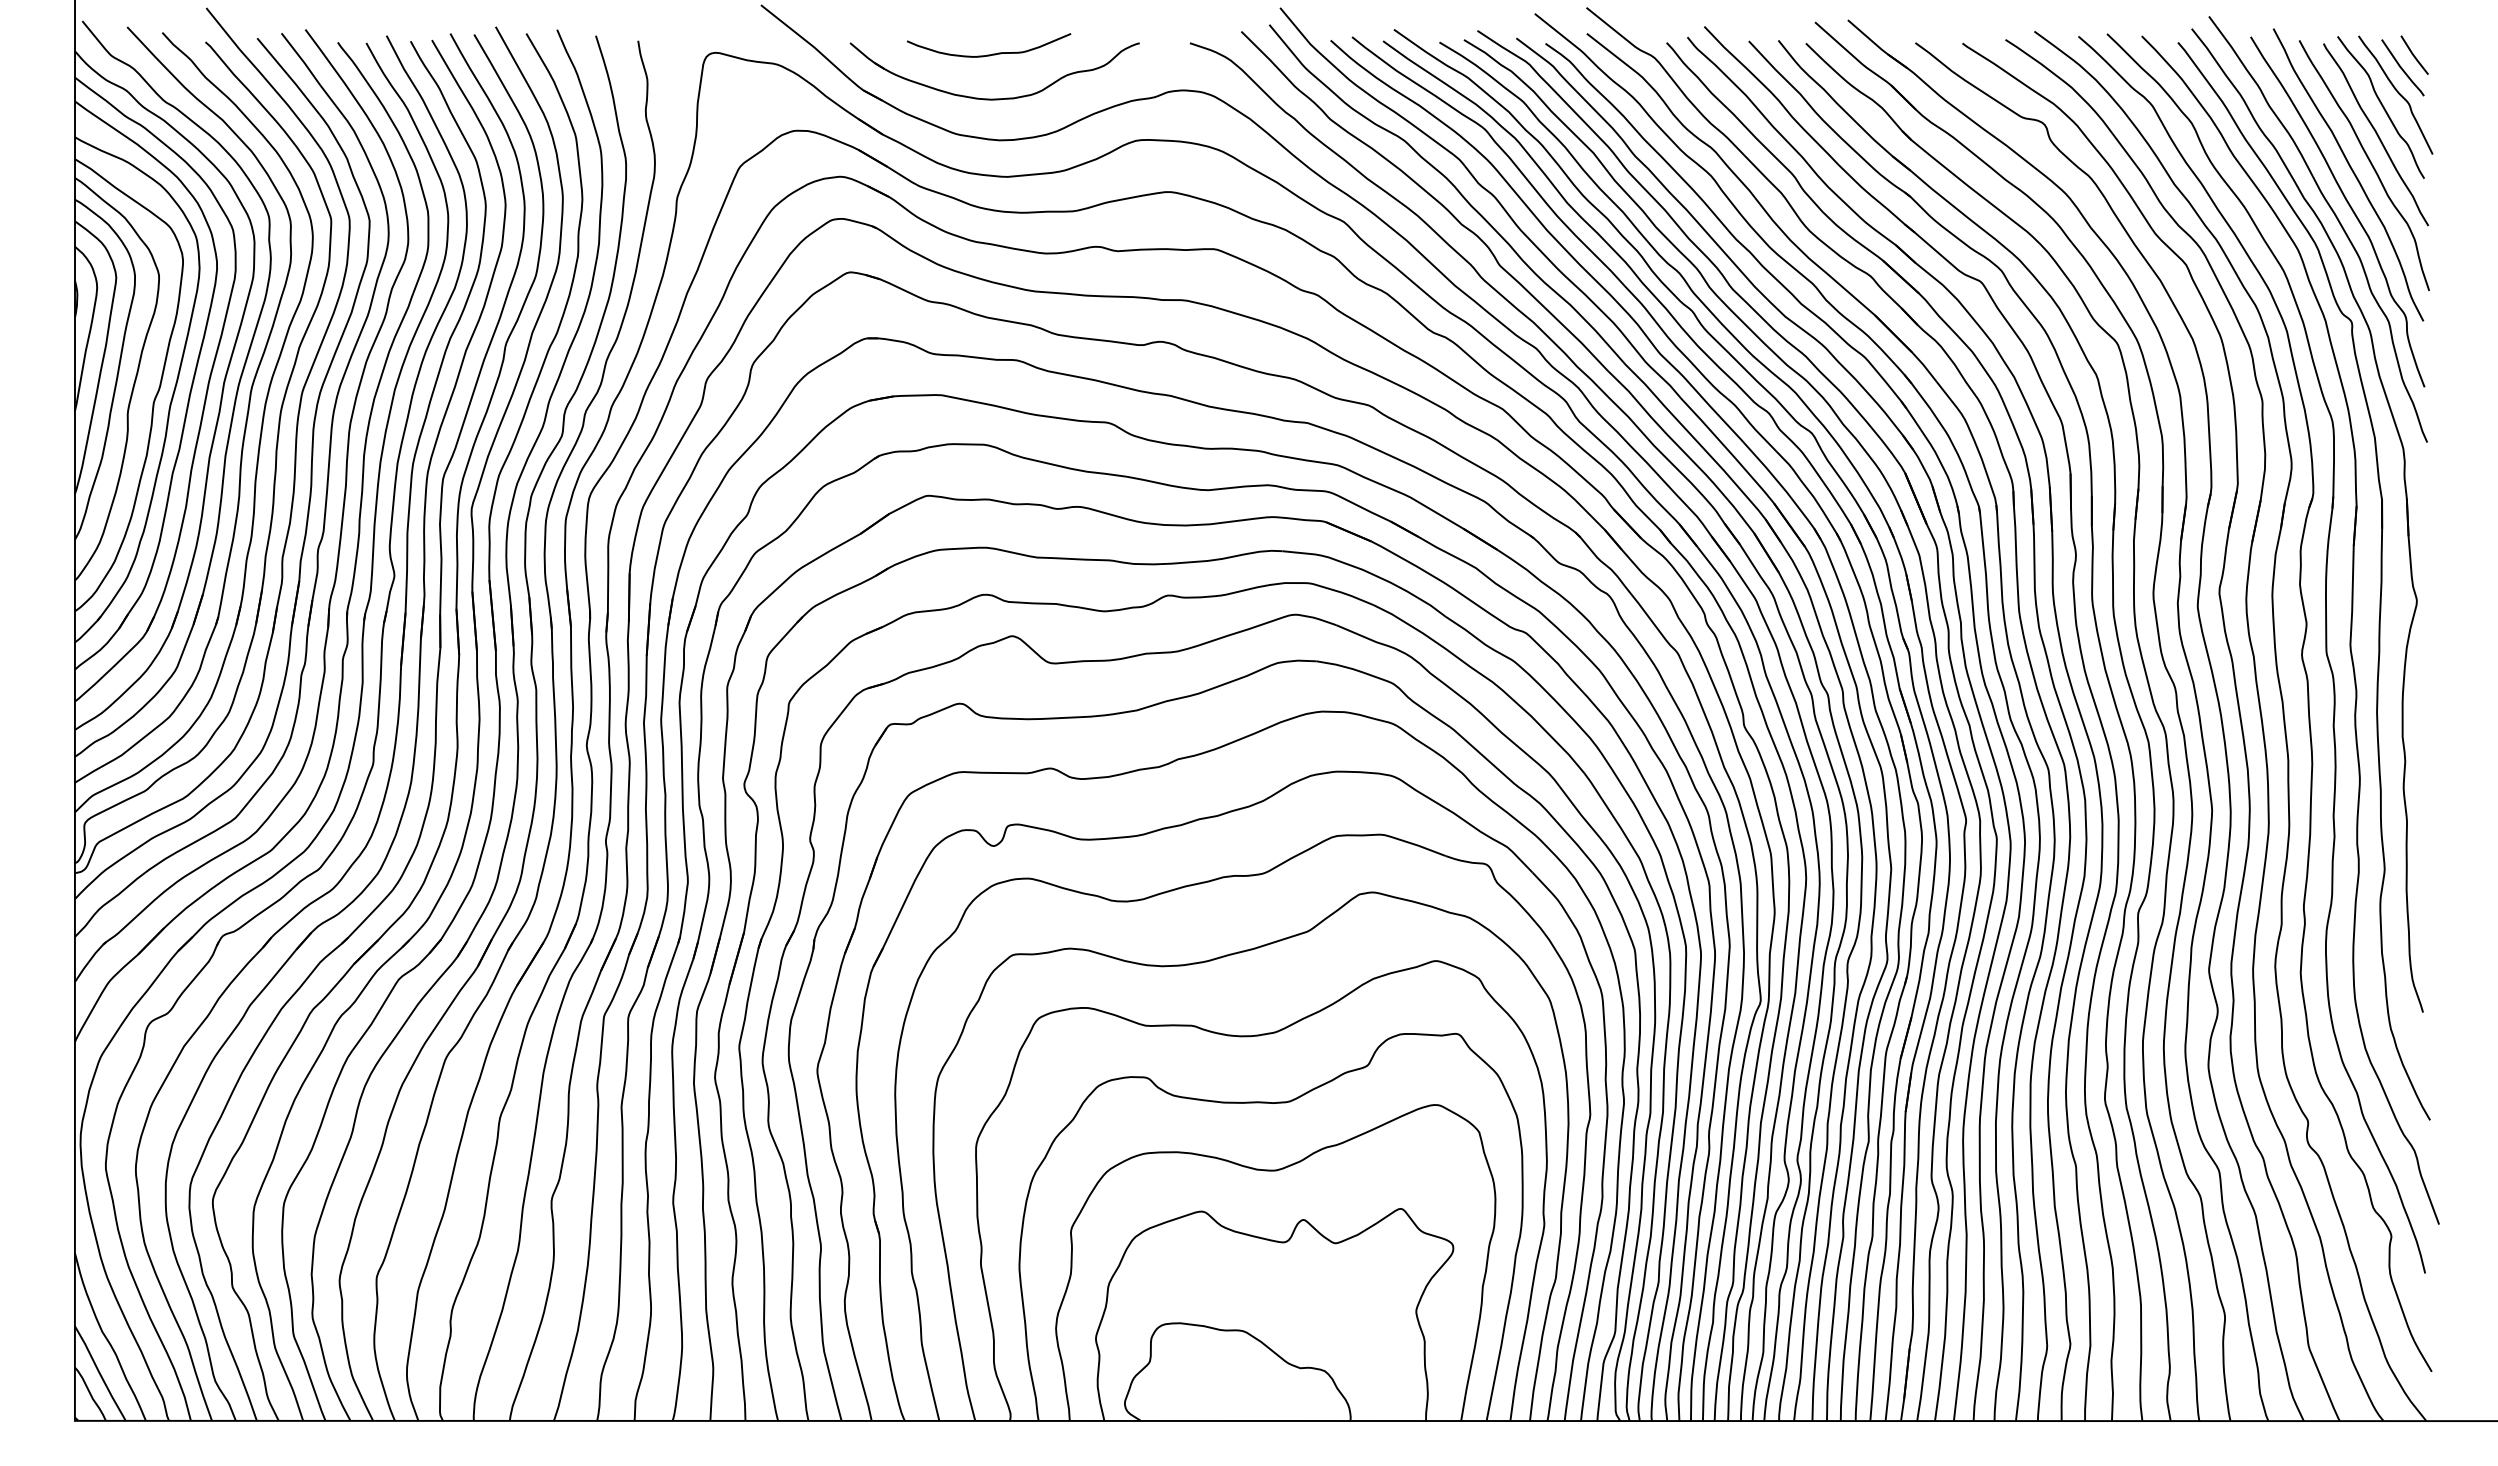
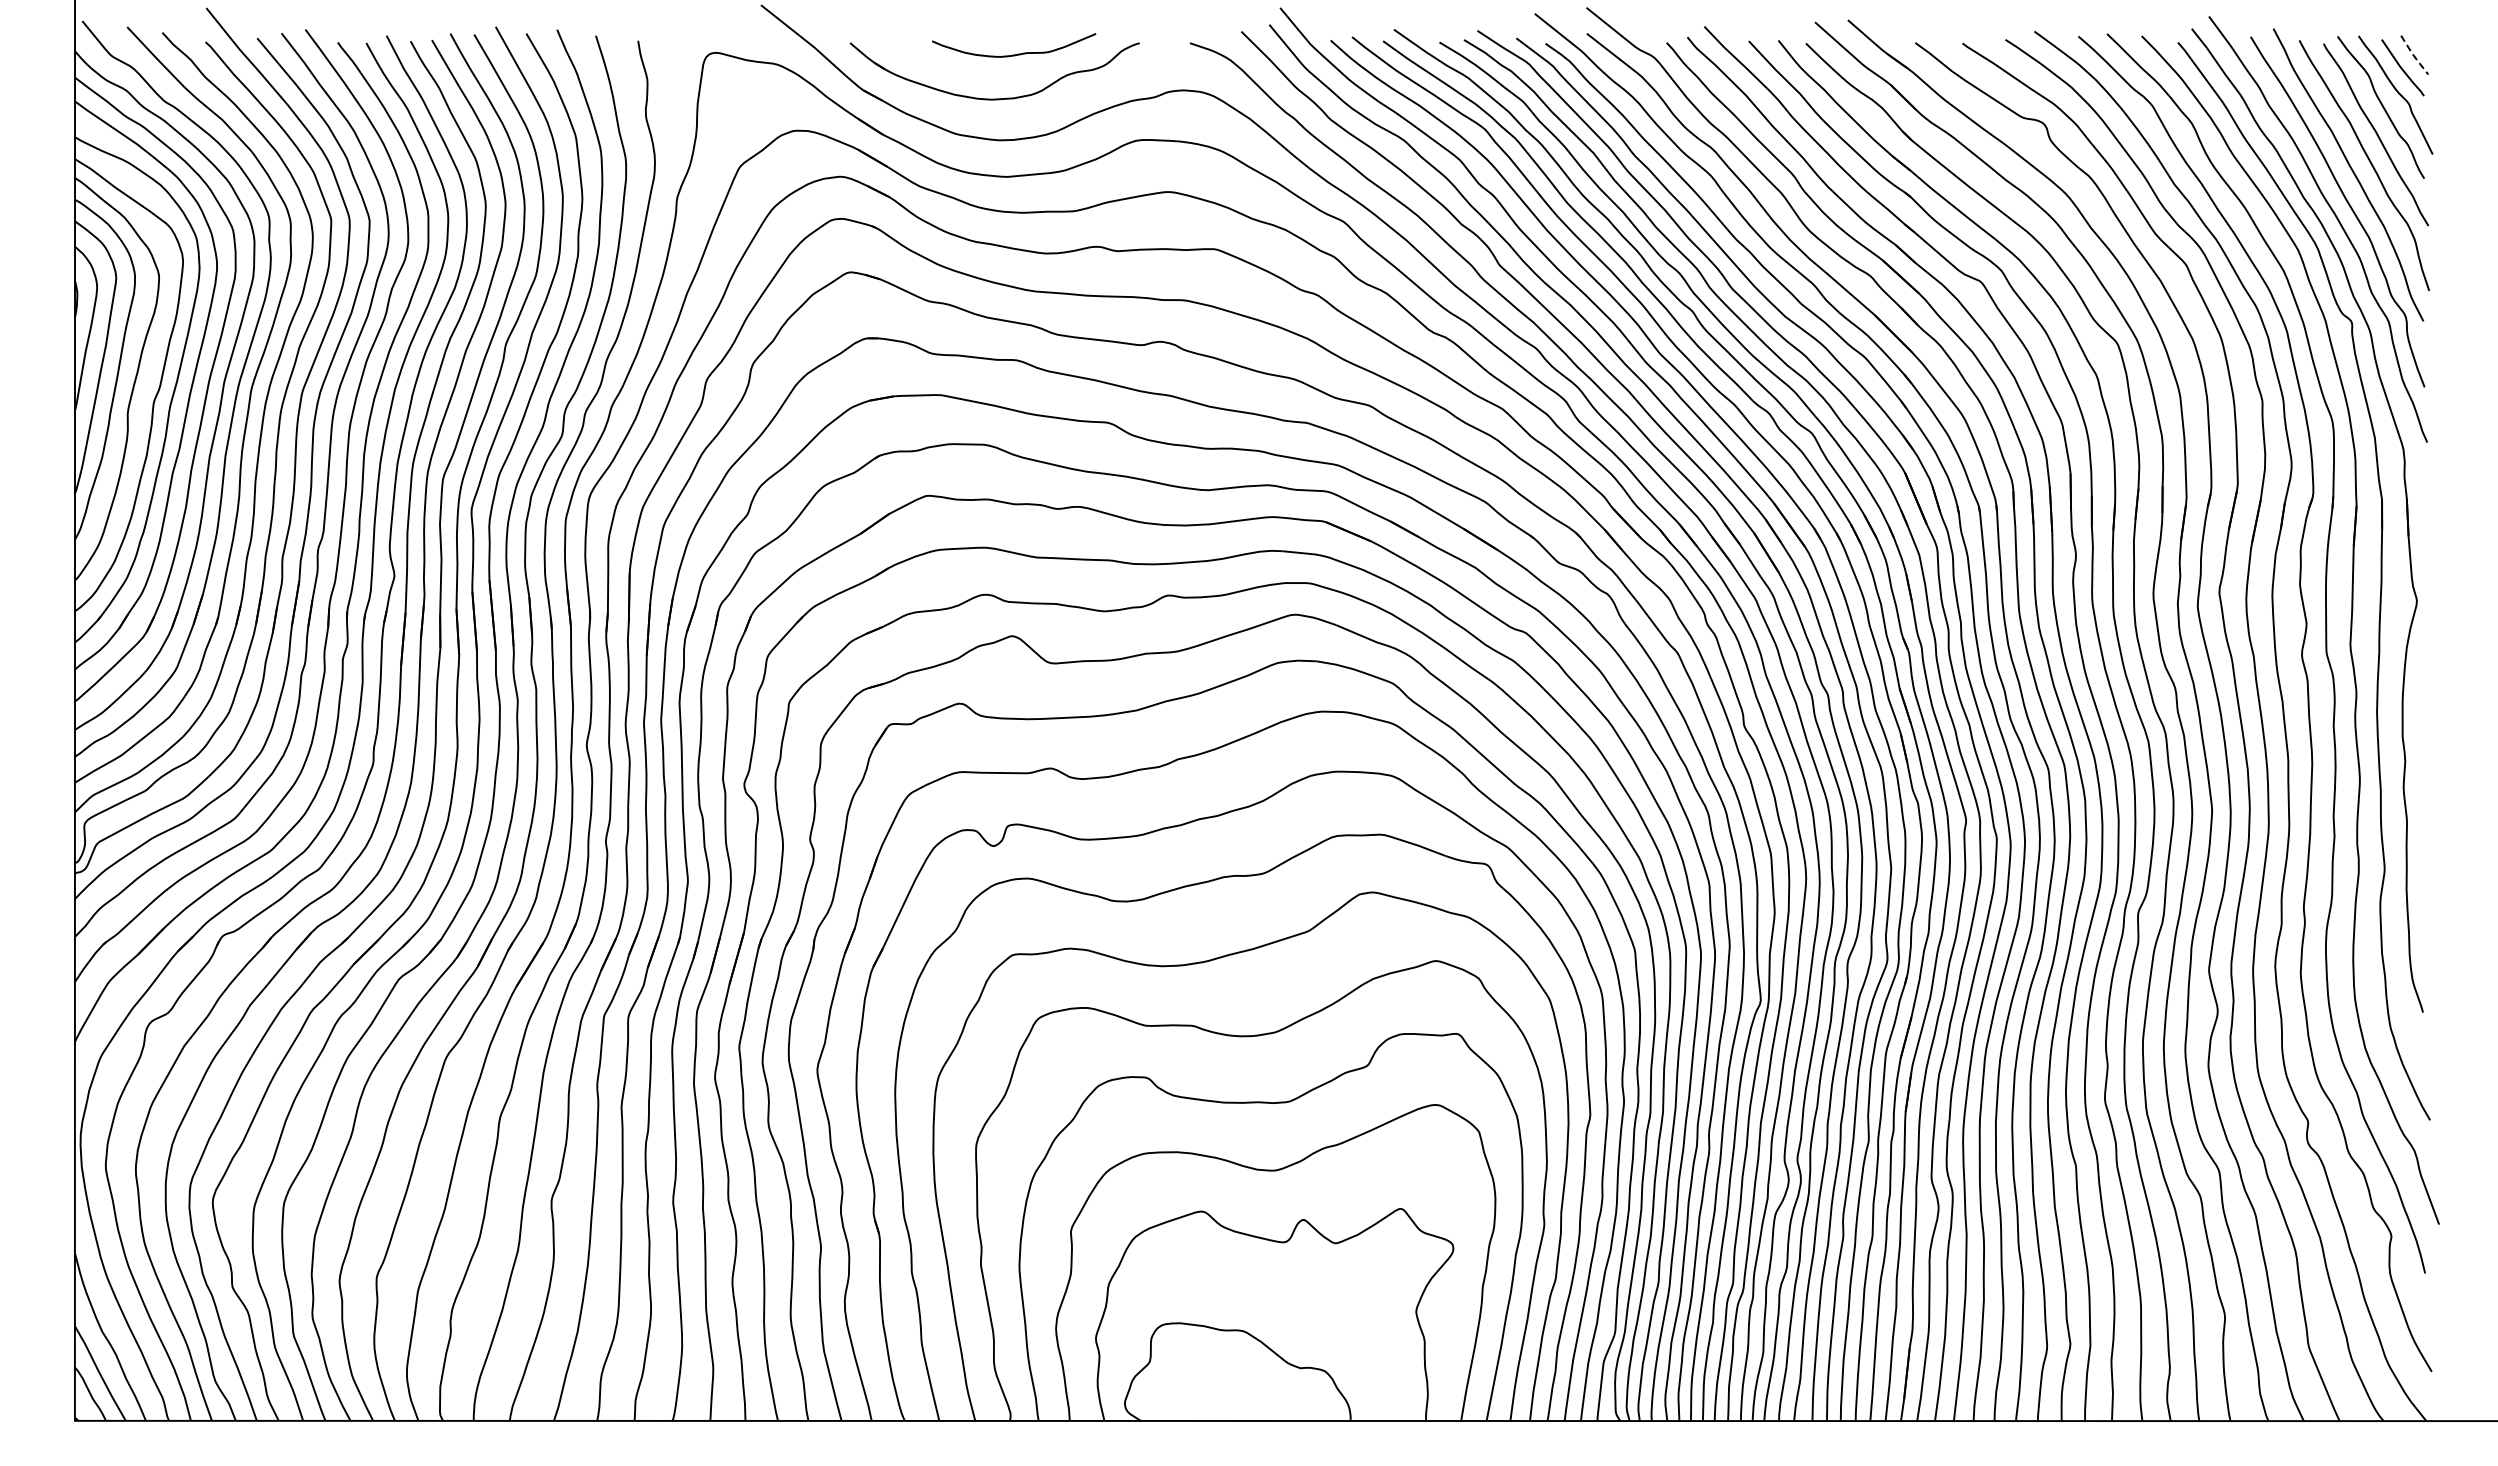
curve at (992, 53) position: (992, 53) -> (1017, 53)
line at (2414, 56): solid -> dashed
